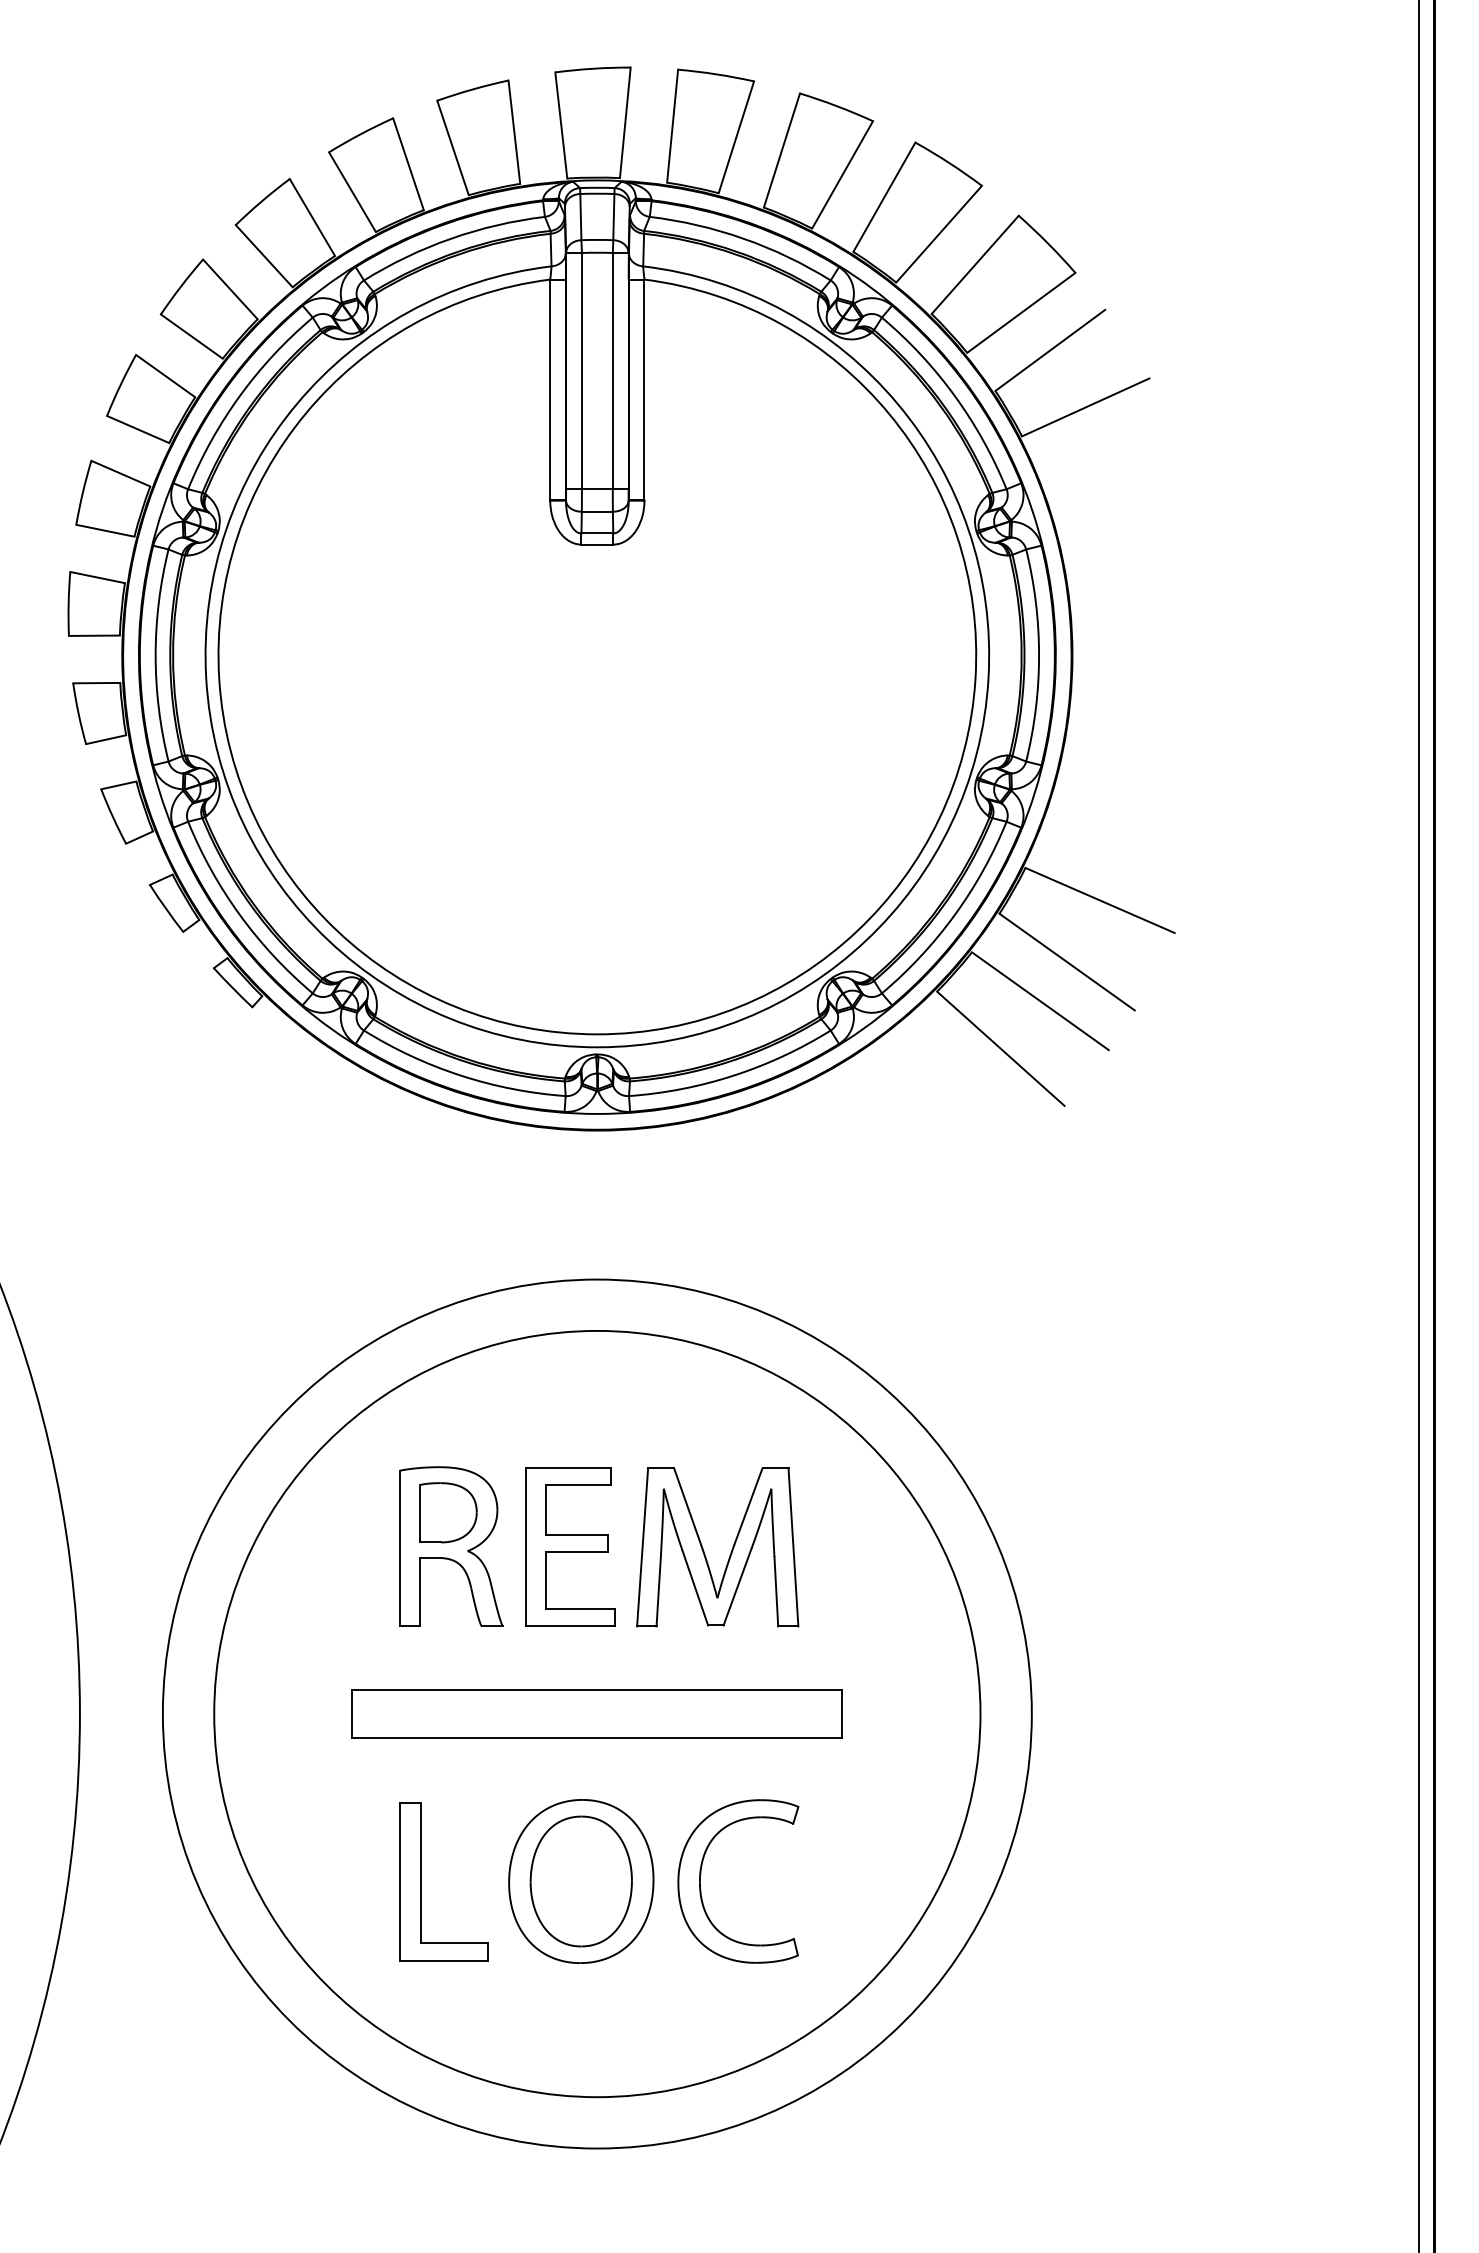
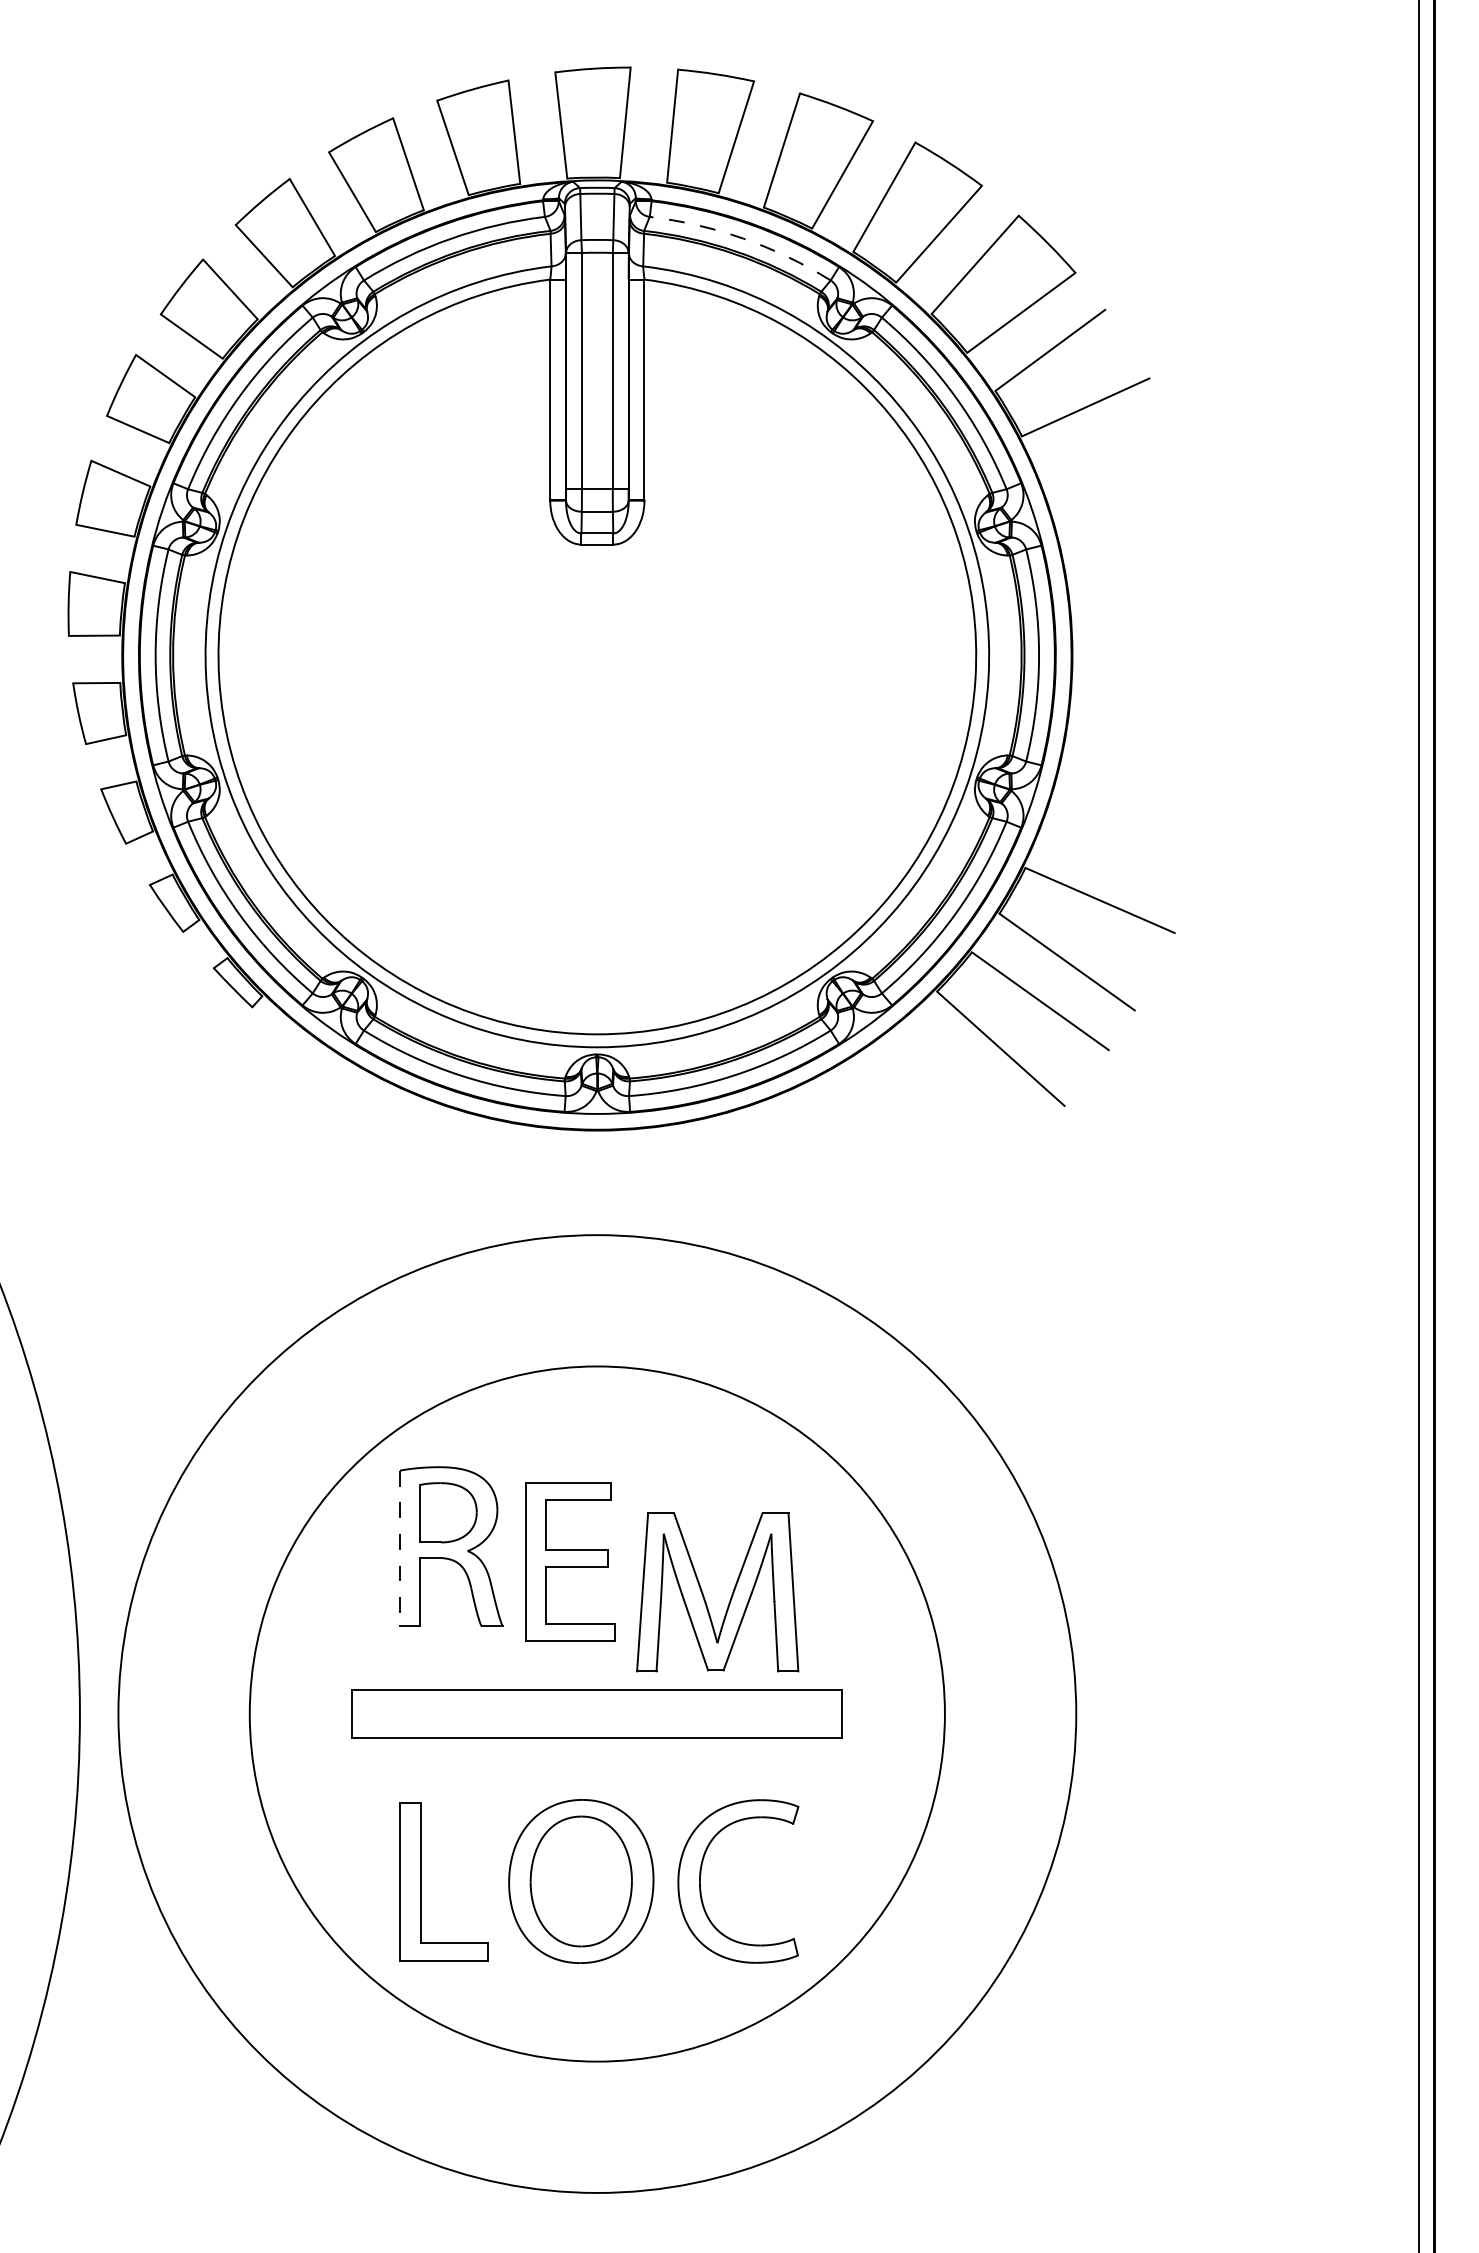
arc at (743, 238): solid -> dashed
part at (570, 1546) position: (570, 1546) -> (570, 1561)
line at (399, 1548): solid -> dashed
part at (704, 1551) position: (704, 1551) -> (704, 1596)
circle at (596, 1713) diameter: 869 px -> 695 px
circle at (597, 1713) diameter: 766 px -> 958 px
